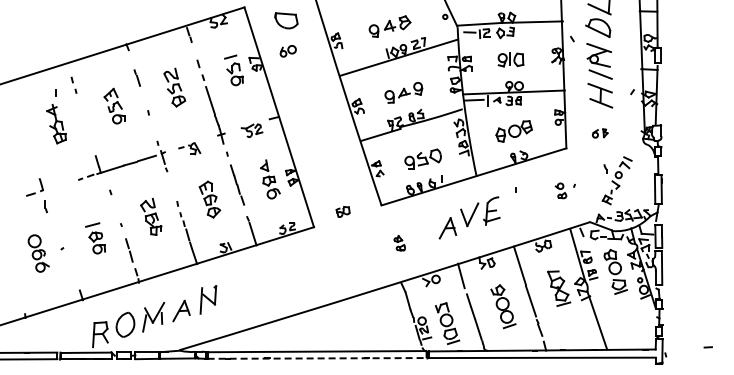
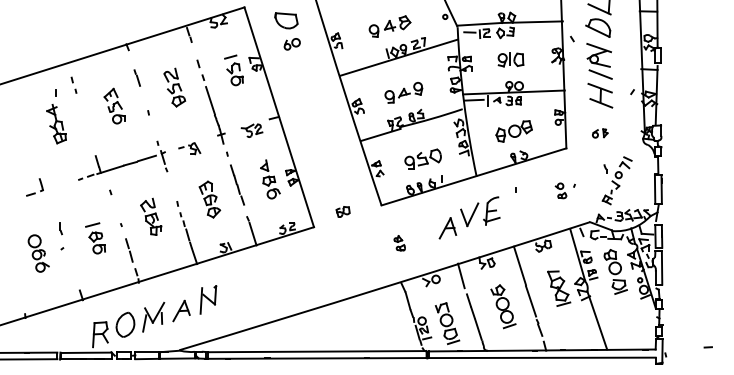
part at (287, 51) position: (287, 51) -> (291, 44)
part at (45, 206) position: (45, 206) -> (60, 228)
line at (317, 358): dashed -> solid
